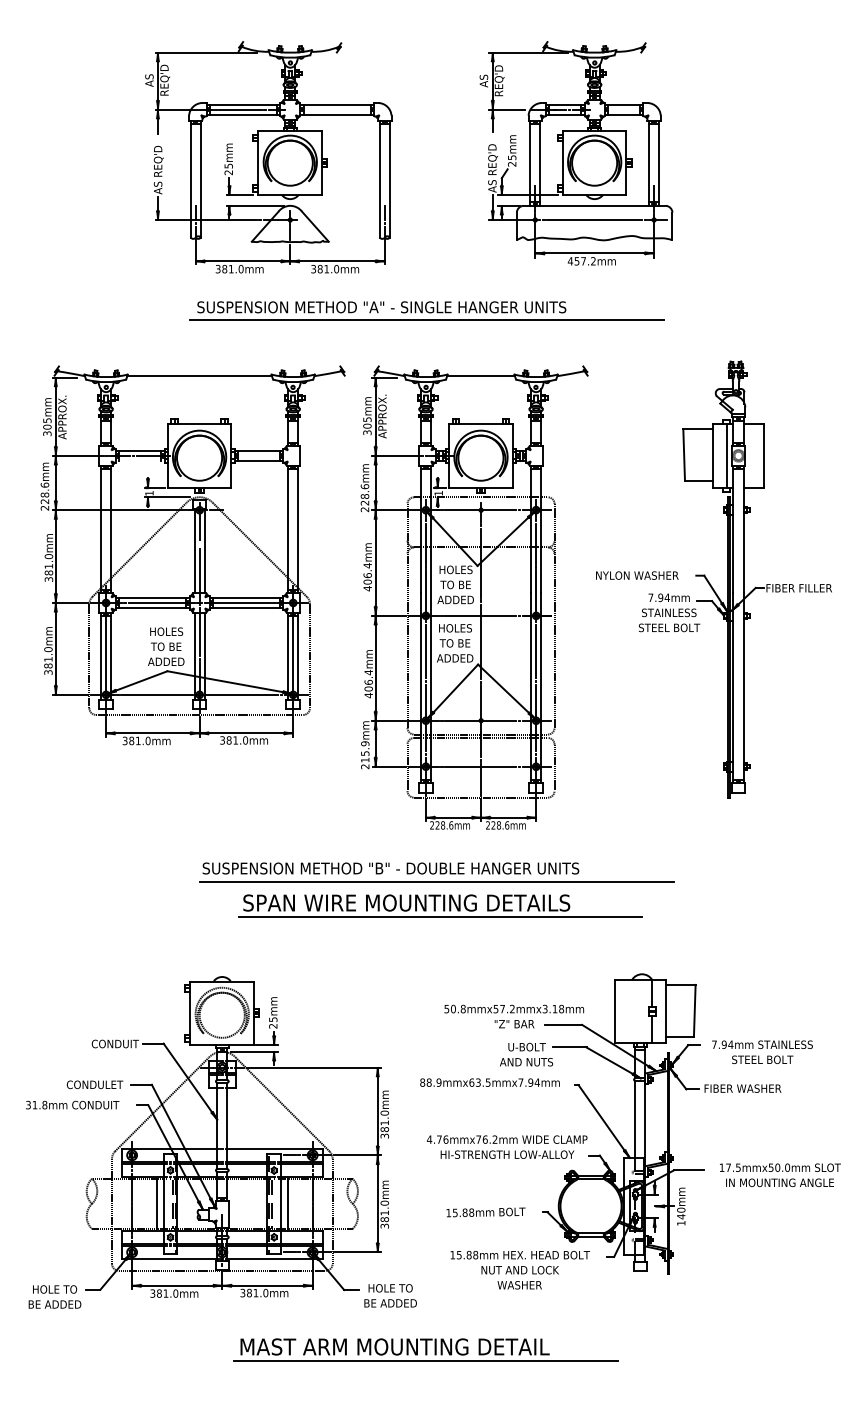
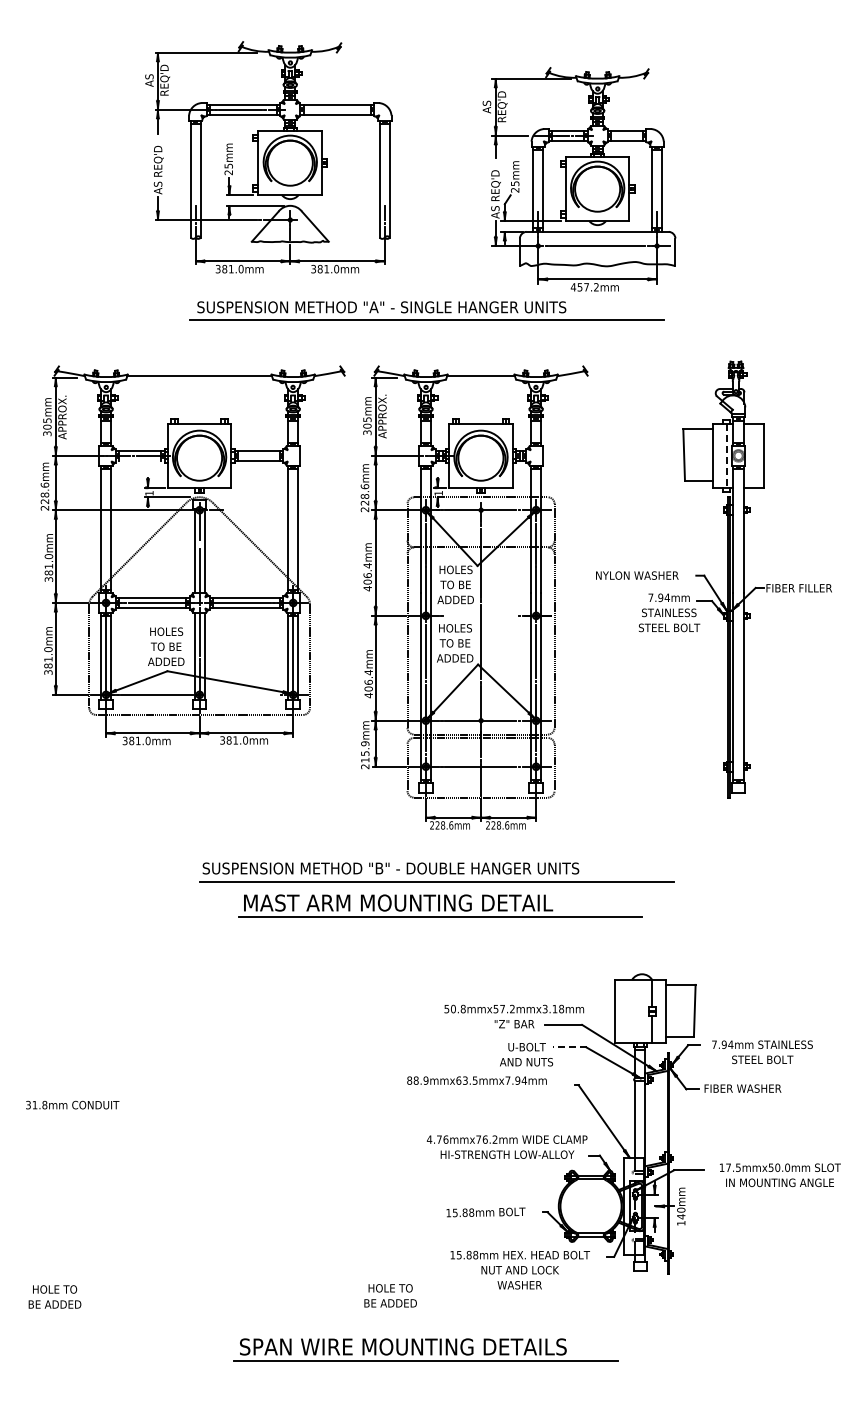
part at (576, 153) position: (576, 153) -> (579, 179)
line at (726, 455): solid -> dashed
line at (480, 615): present -> none
line at (242, 694): present -> none
text at (406, 902): SPAN WIRE MOUNTING DETAILS -> MAST ARM MOUNTING DETAIL
line at (569, 1047): solid -> dashed
text at (489, 1082) position: (489, 1082) -> (476, 1080)
part at (227, 1136): present -> none
text at (403, 1346): MAST ARM MOUNTING DETAIL -> SPAN WIRE MOUNTING DETAILS
